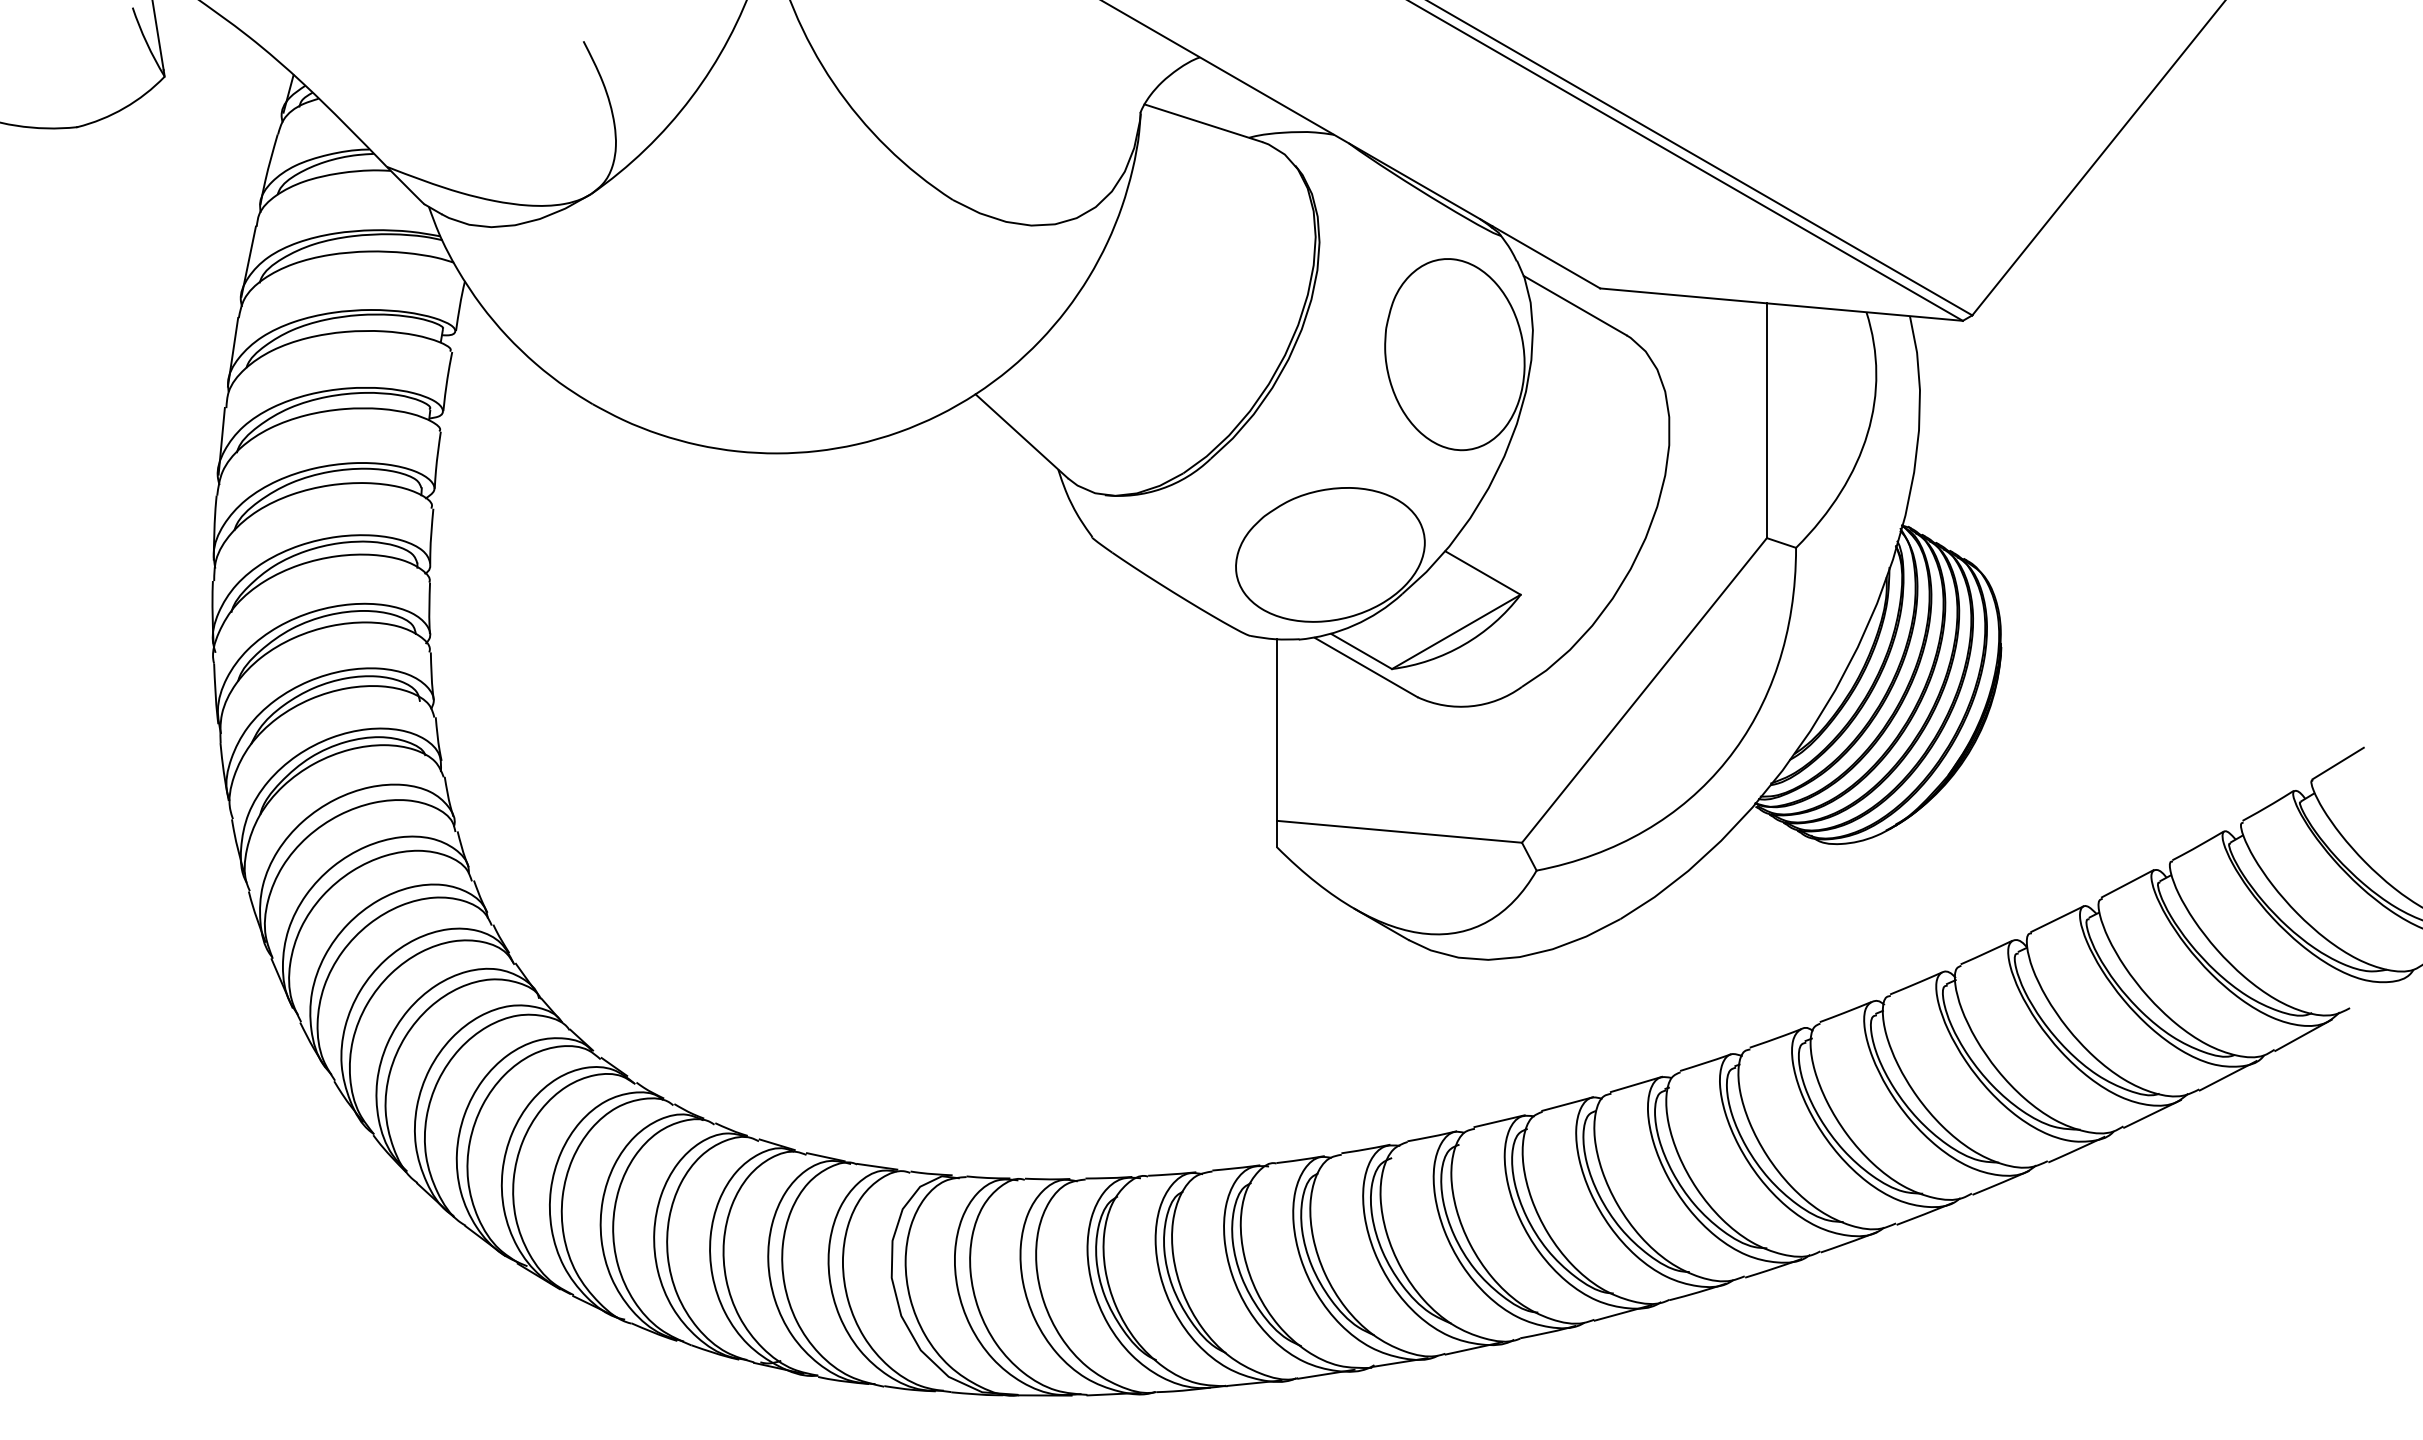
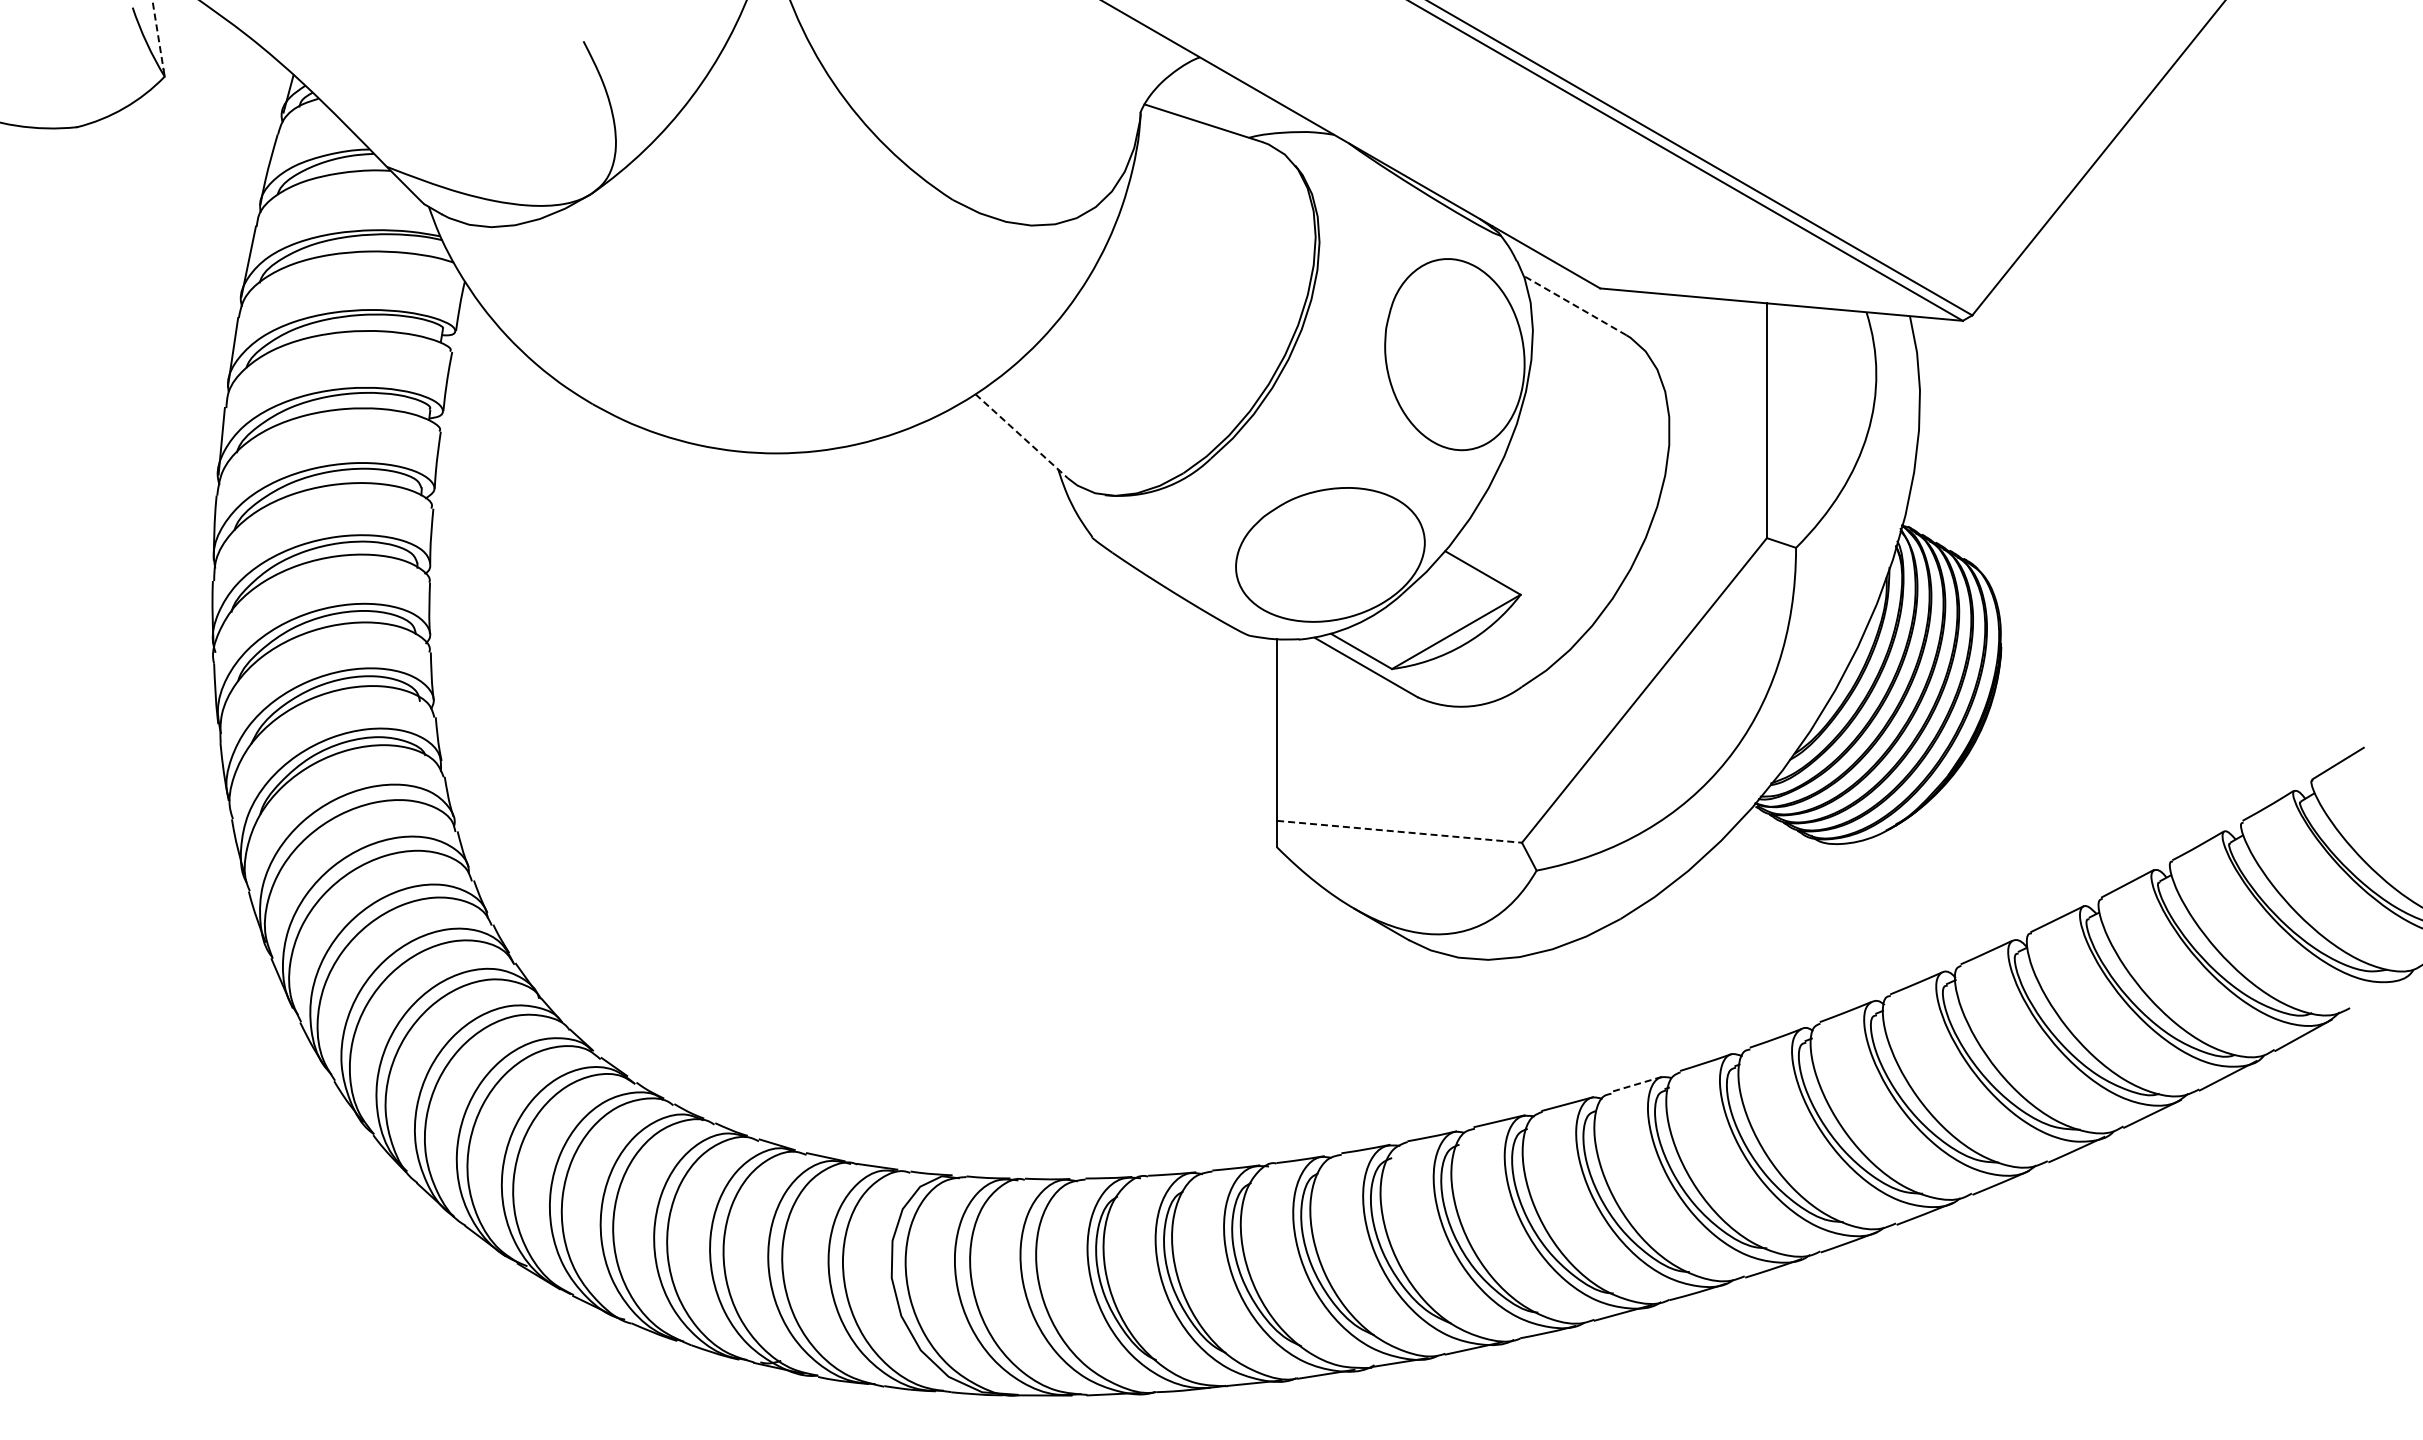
line at (158, 35): solid -> dashed
line at (1574, 305): solid -> dashed
line at (1022, 436): solid -> dashed
line at (1399, 831): solid -> dashed
line at (1636, 1084): solid -> dashed
